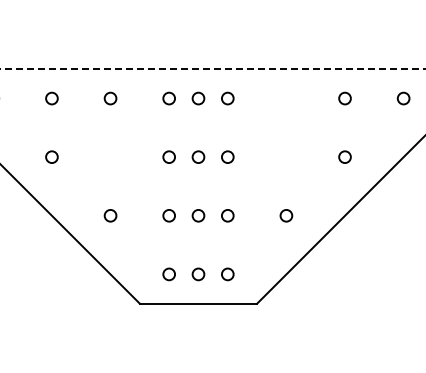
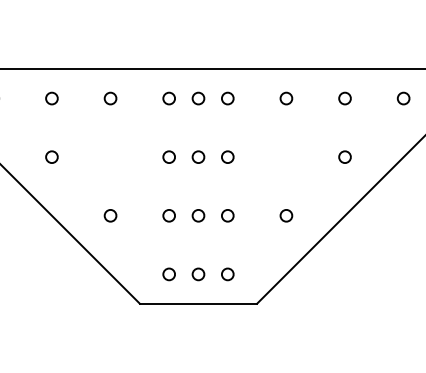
line at (212, 69): dashed -> solid
circle at (286, 98): none -> present
